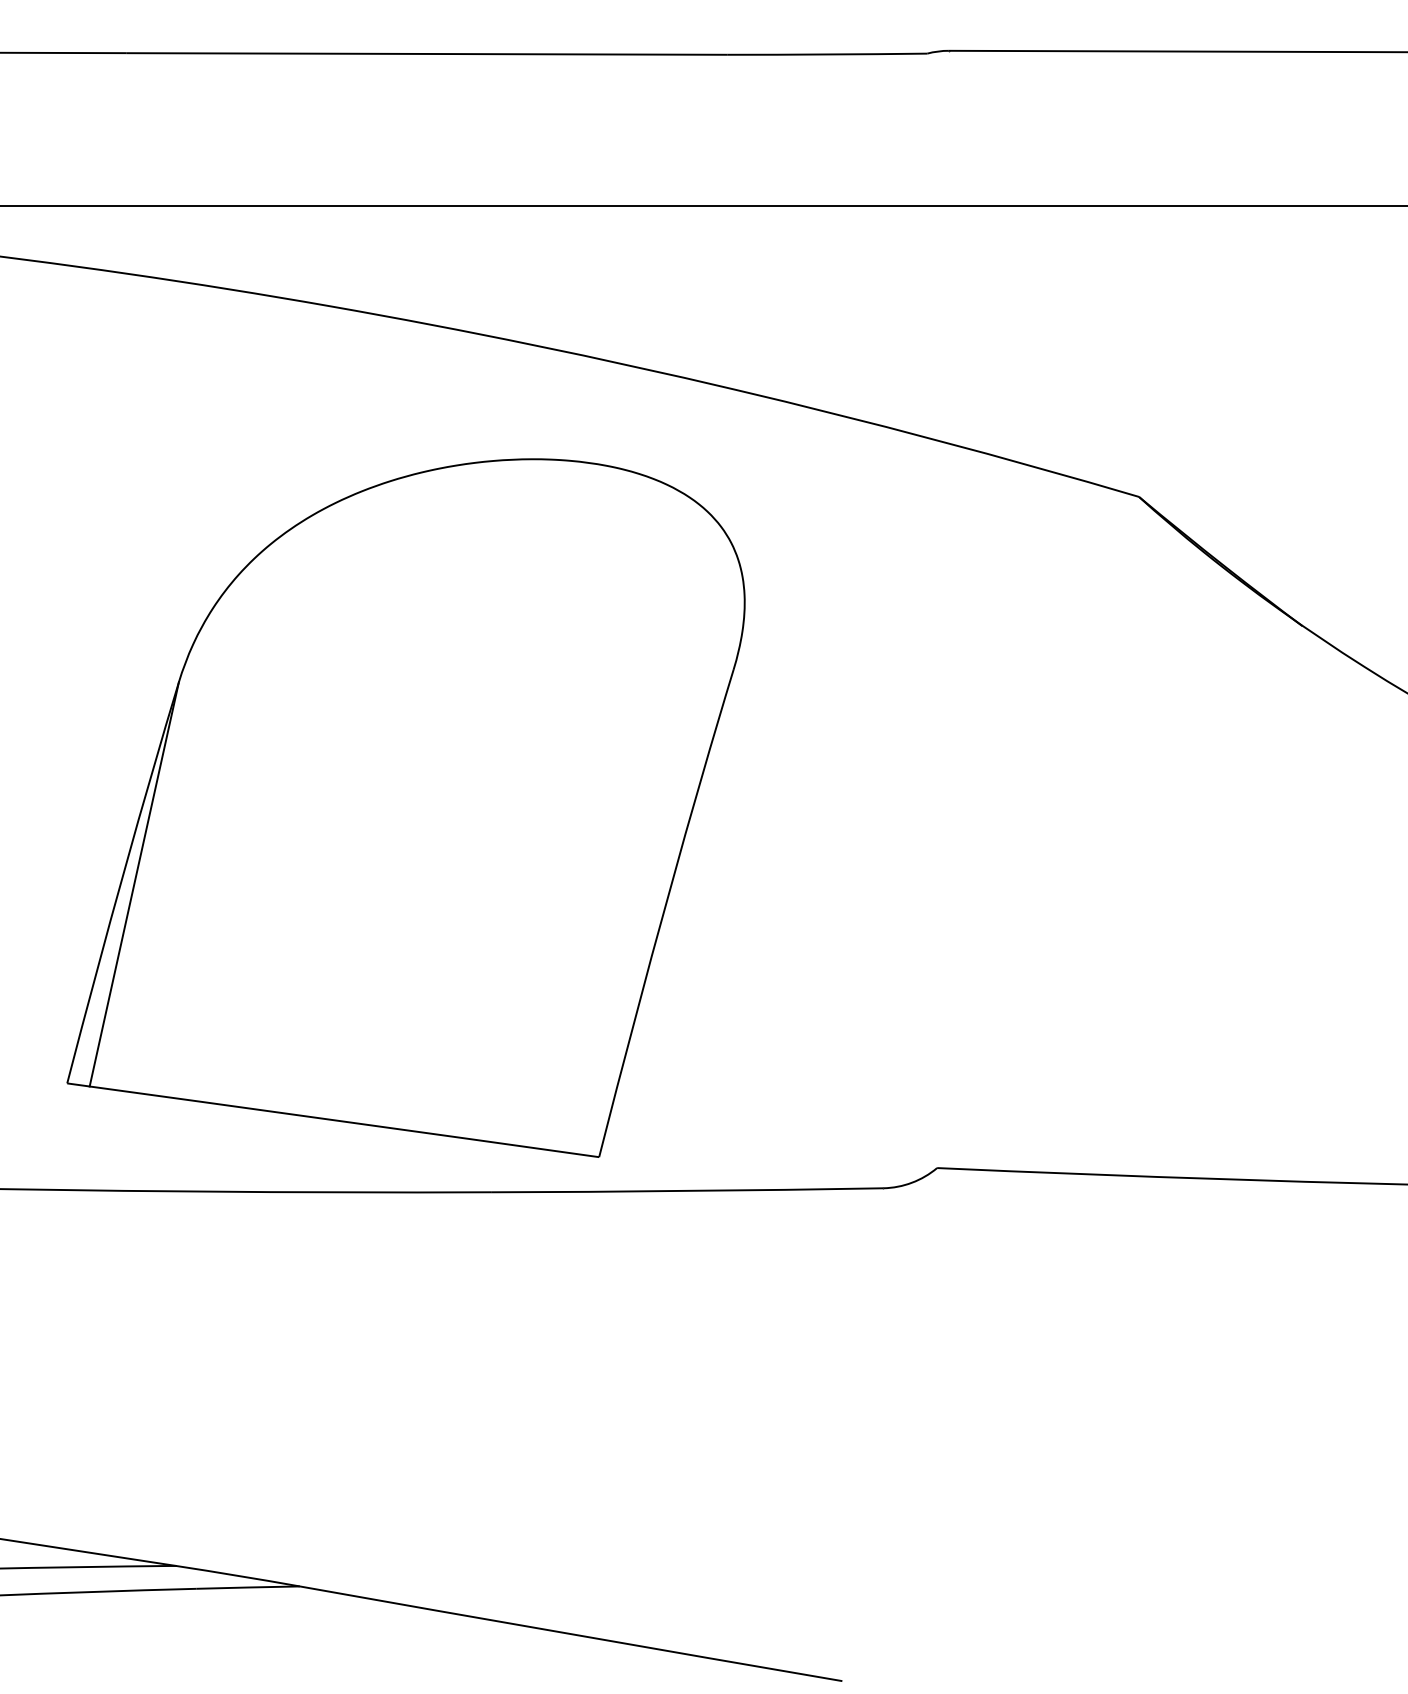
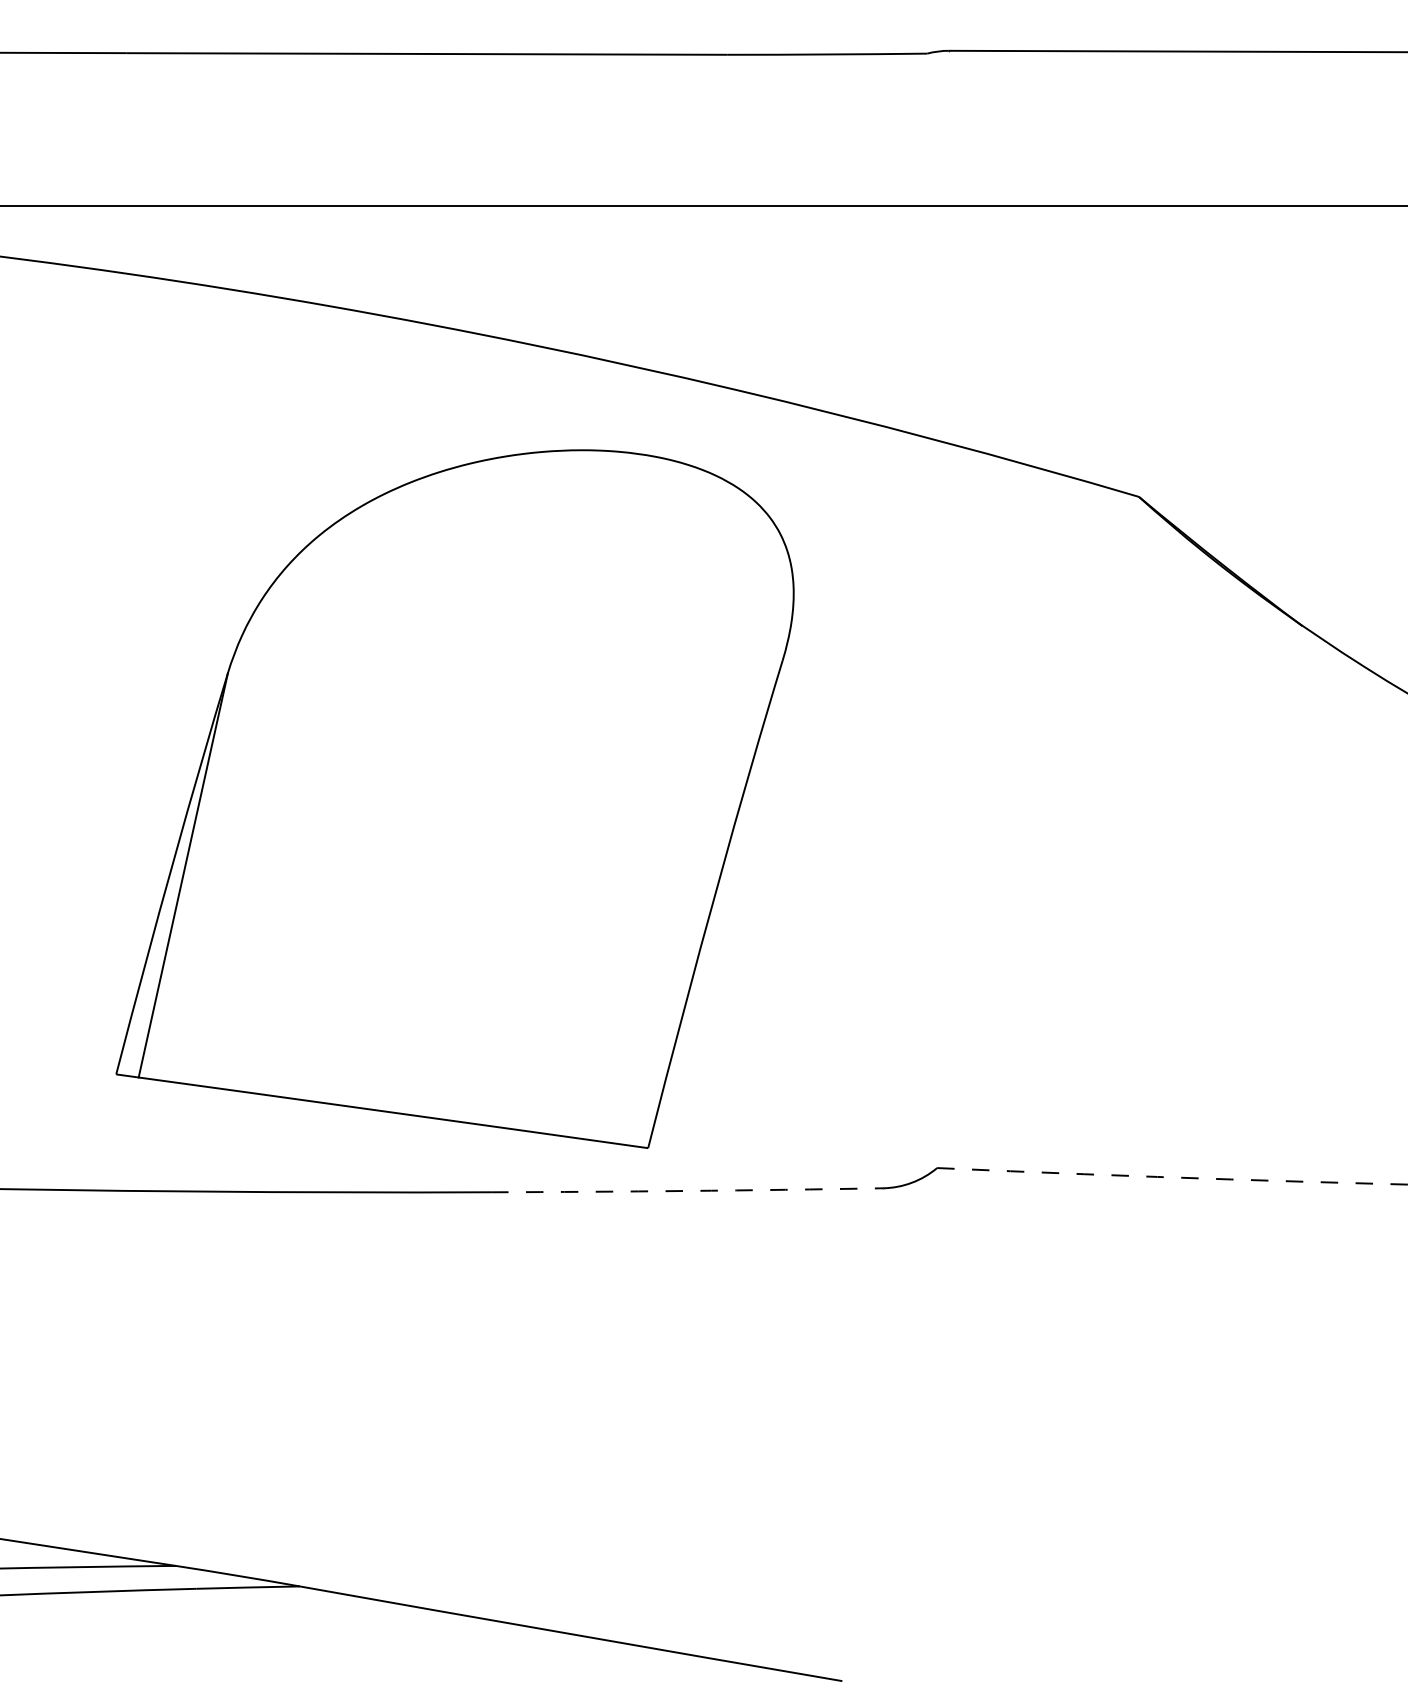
part at (405, 807) position: (405, 807) -> (454, 798)
arc at (1173, 1177): solid -> dashed
arc at (687, 1190): solid -> dashed
